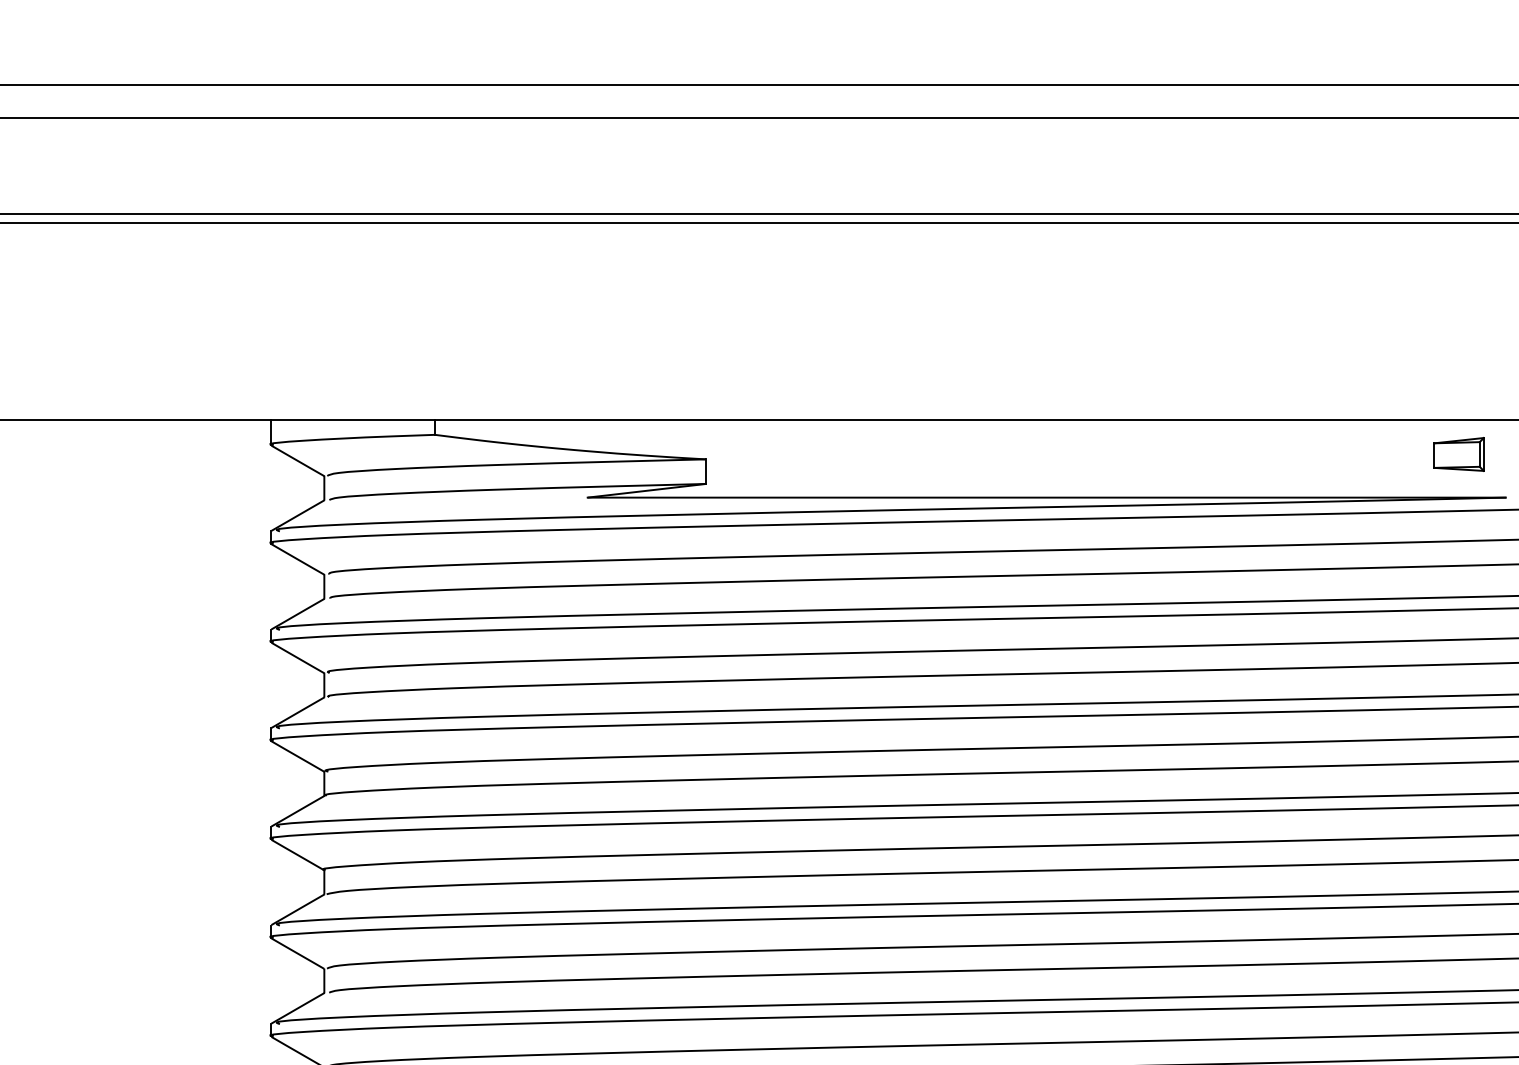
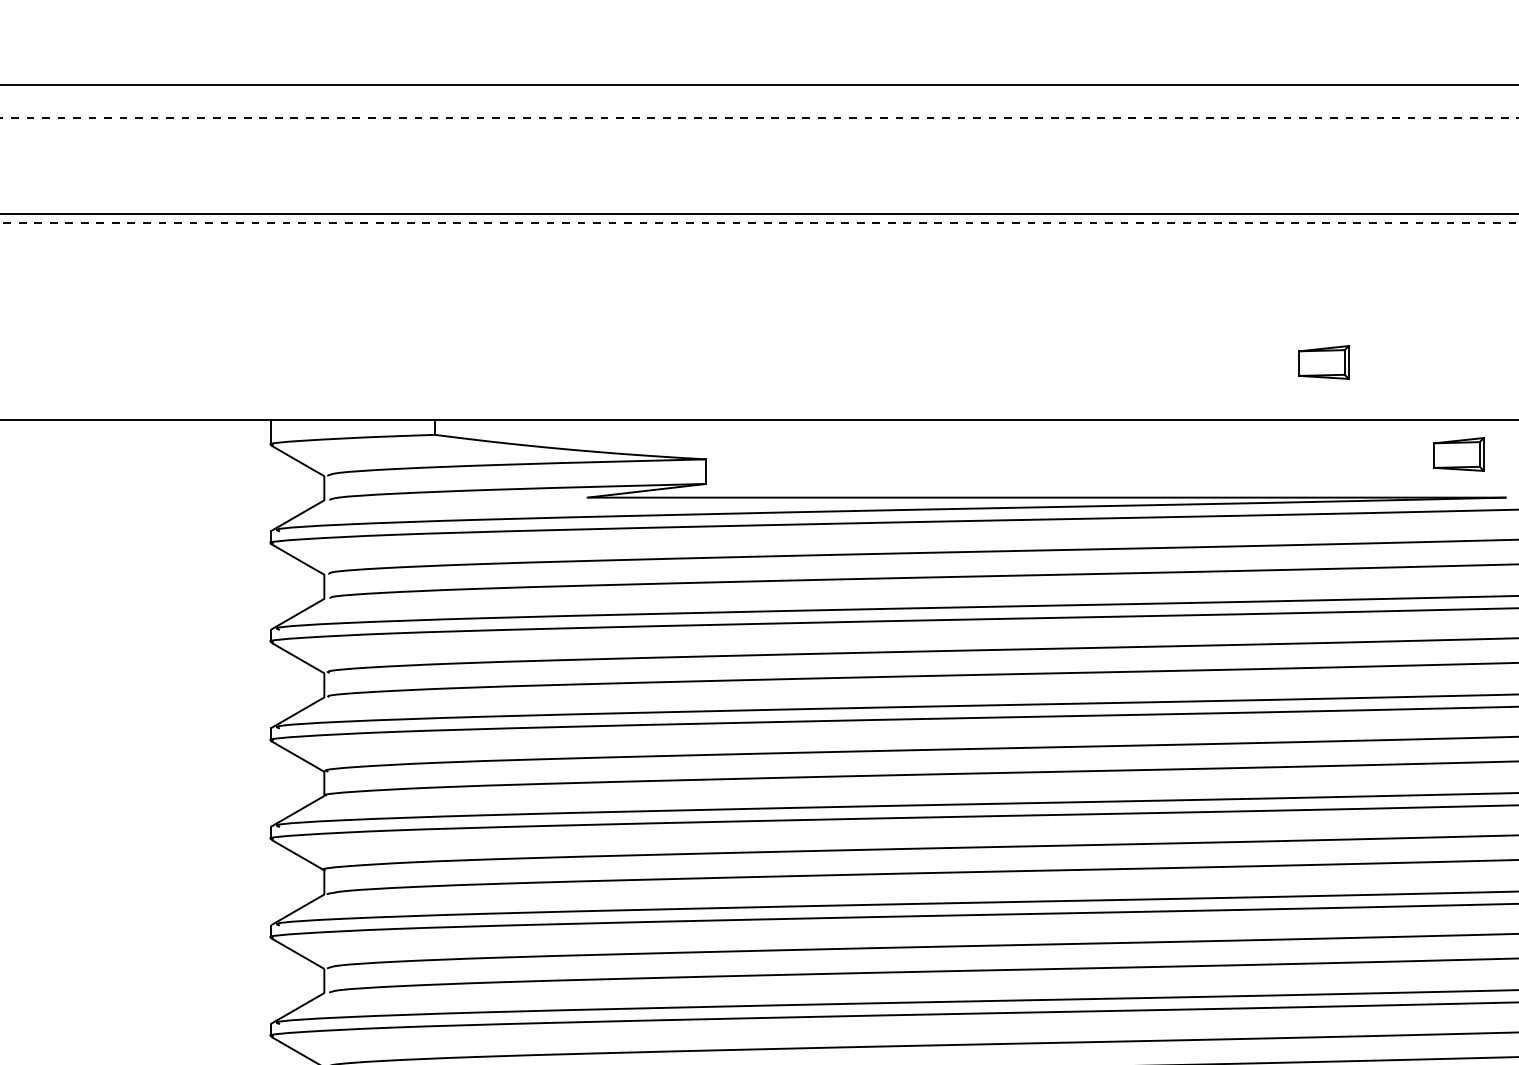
line at (759, 118): solid -> dashed
line at (759, 222): solid -> dashed
part at (1323, 362): none -> present
